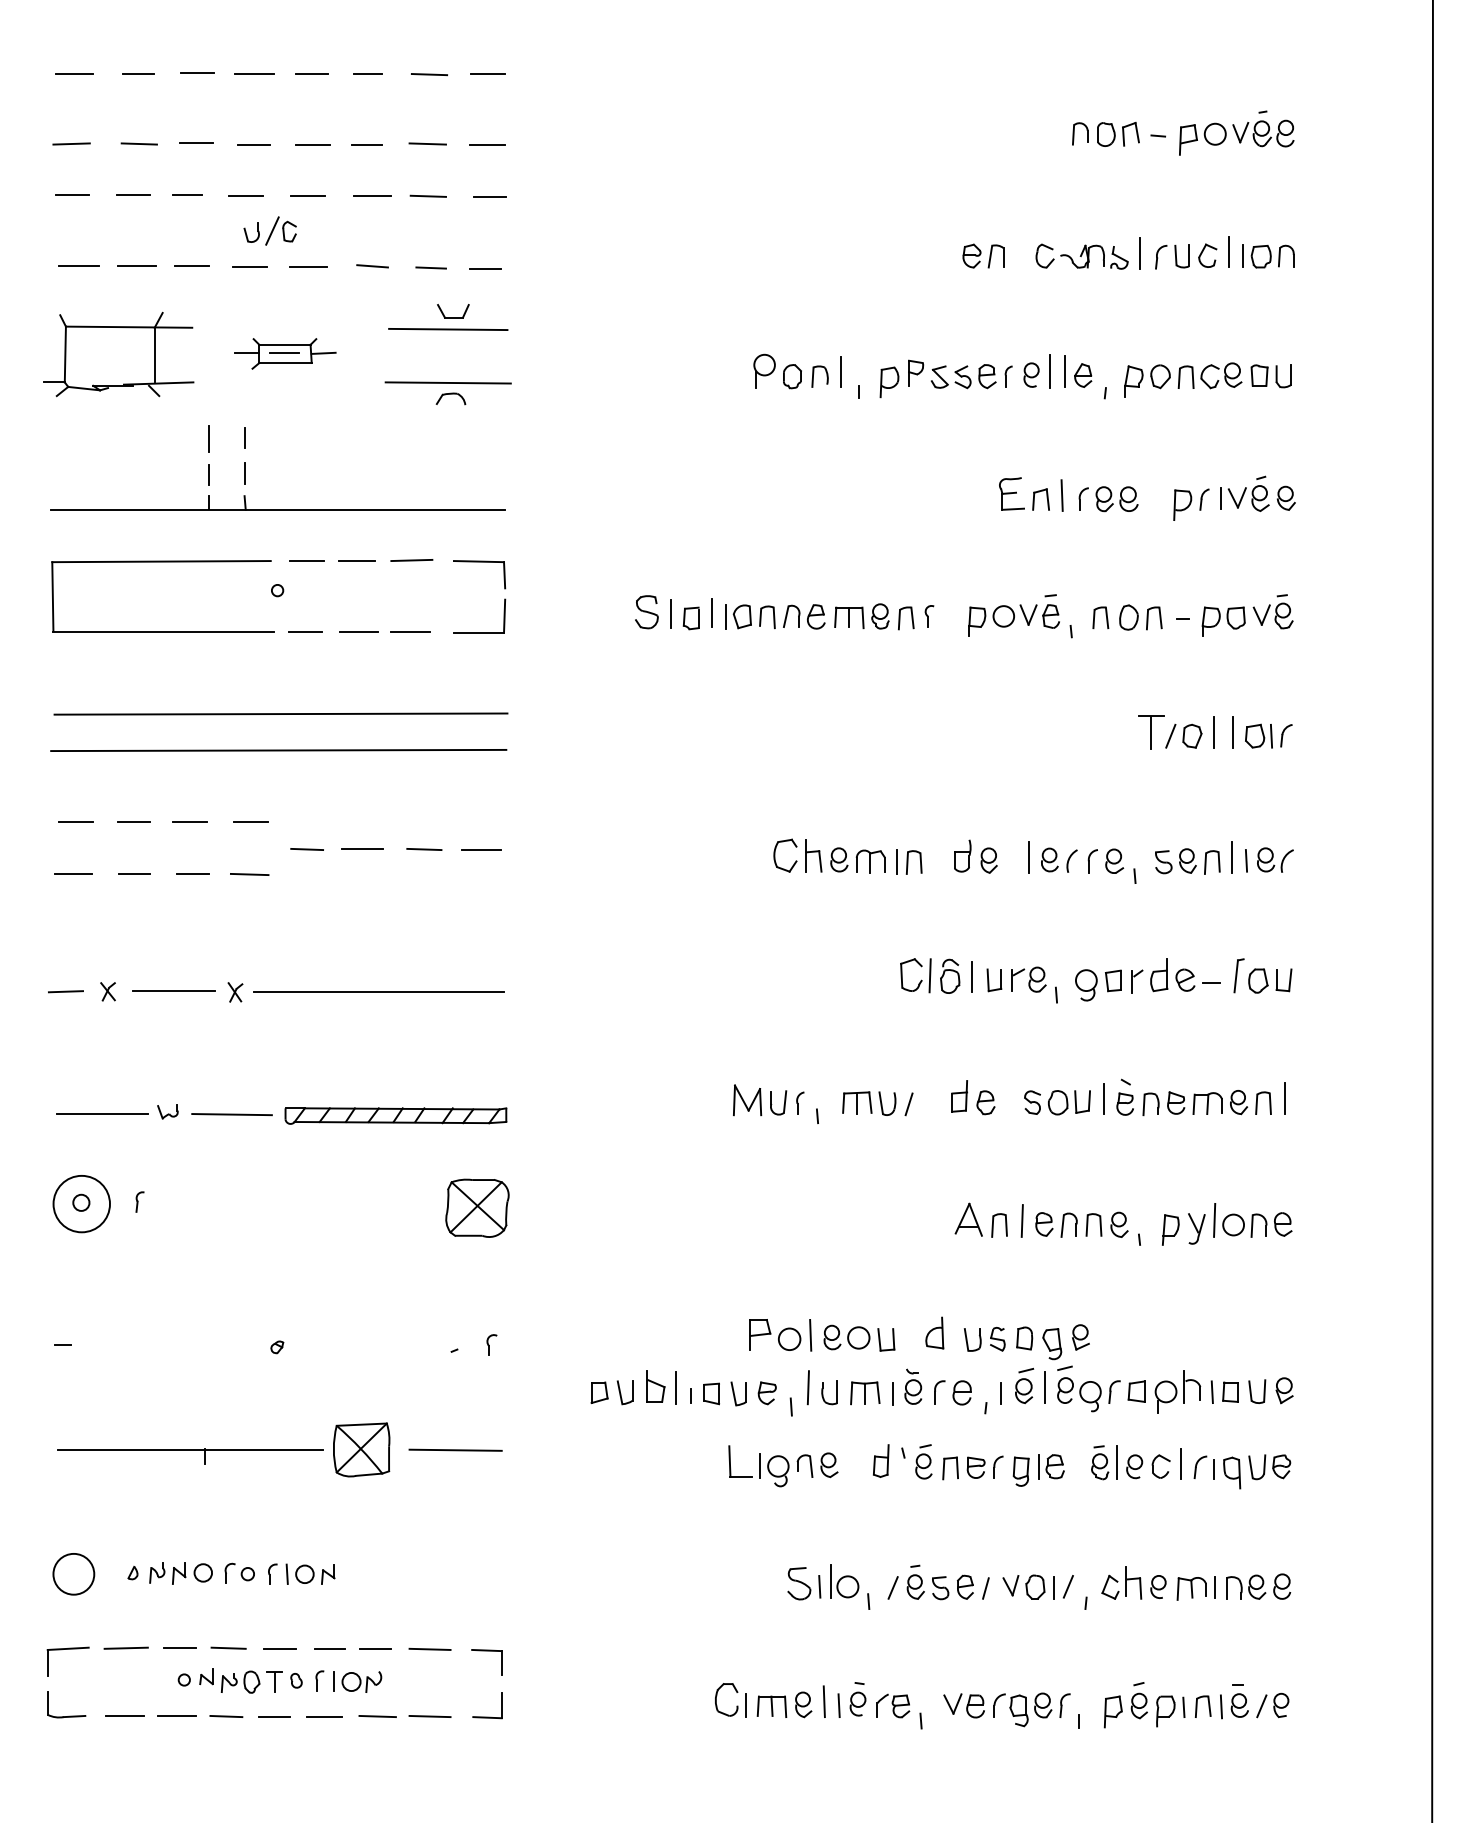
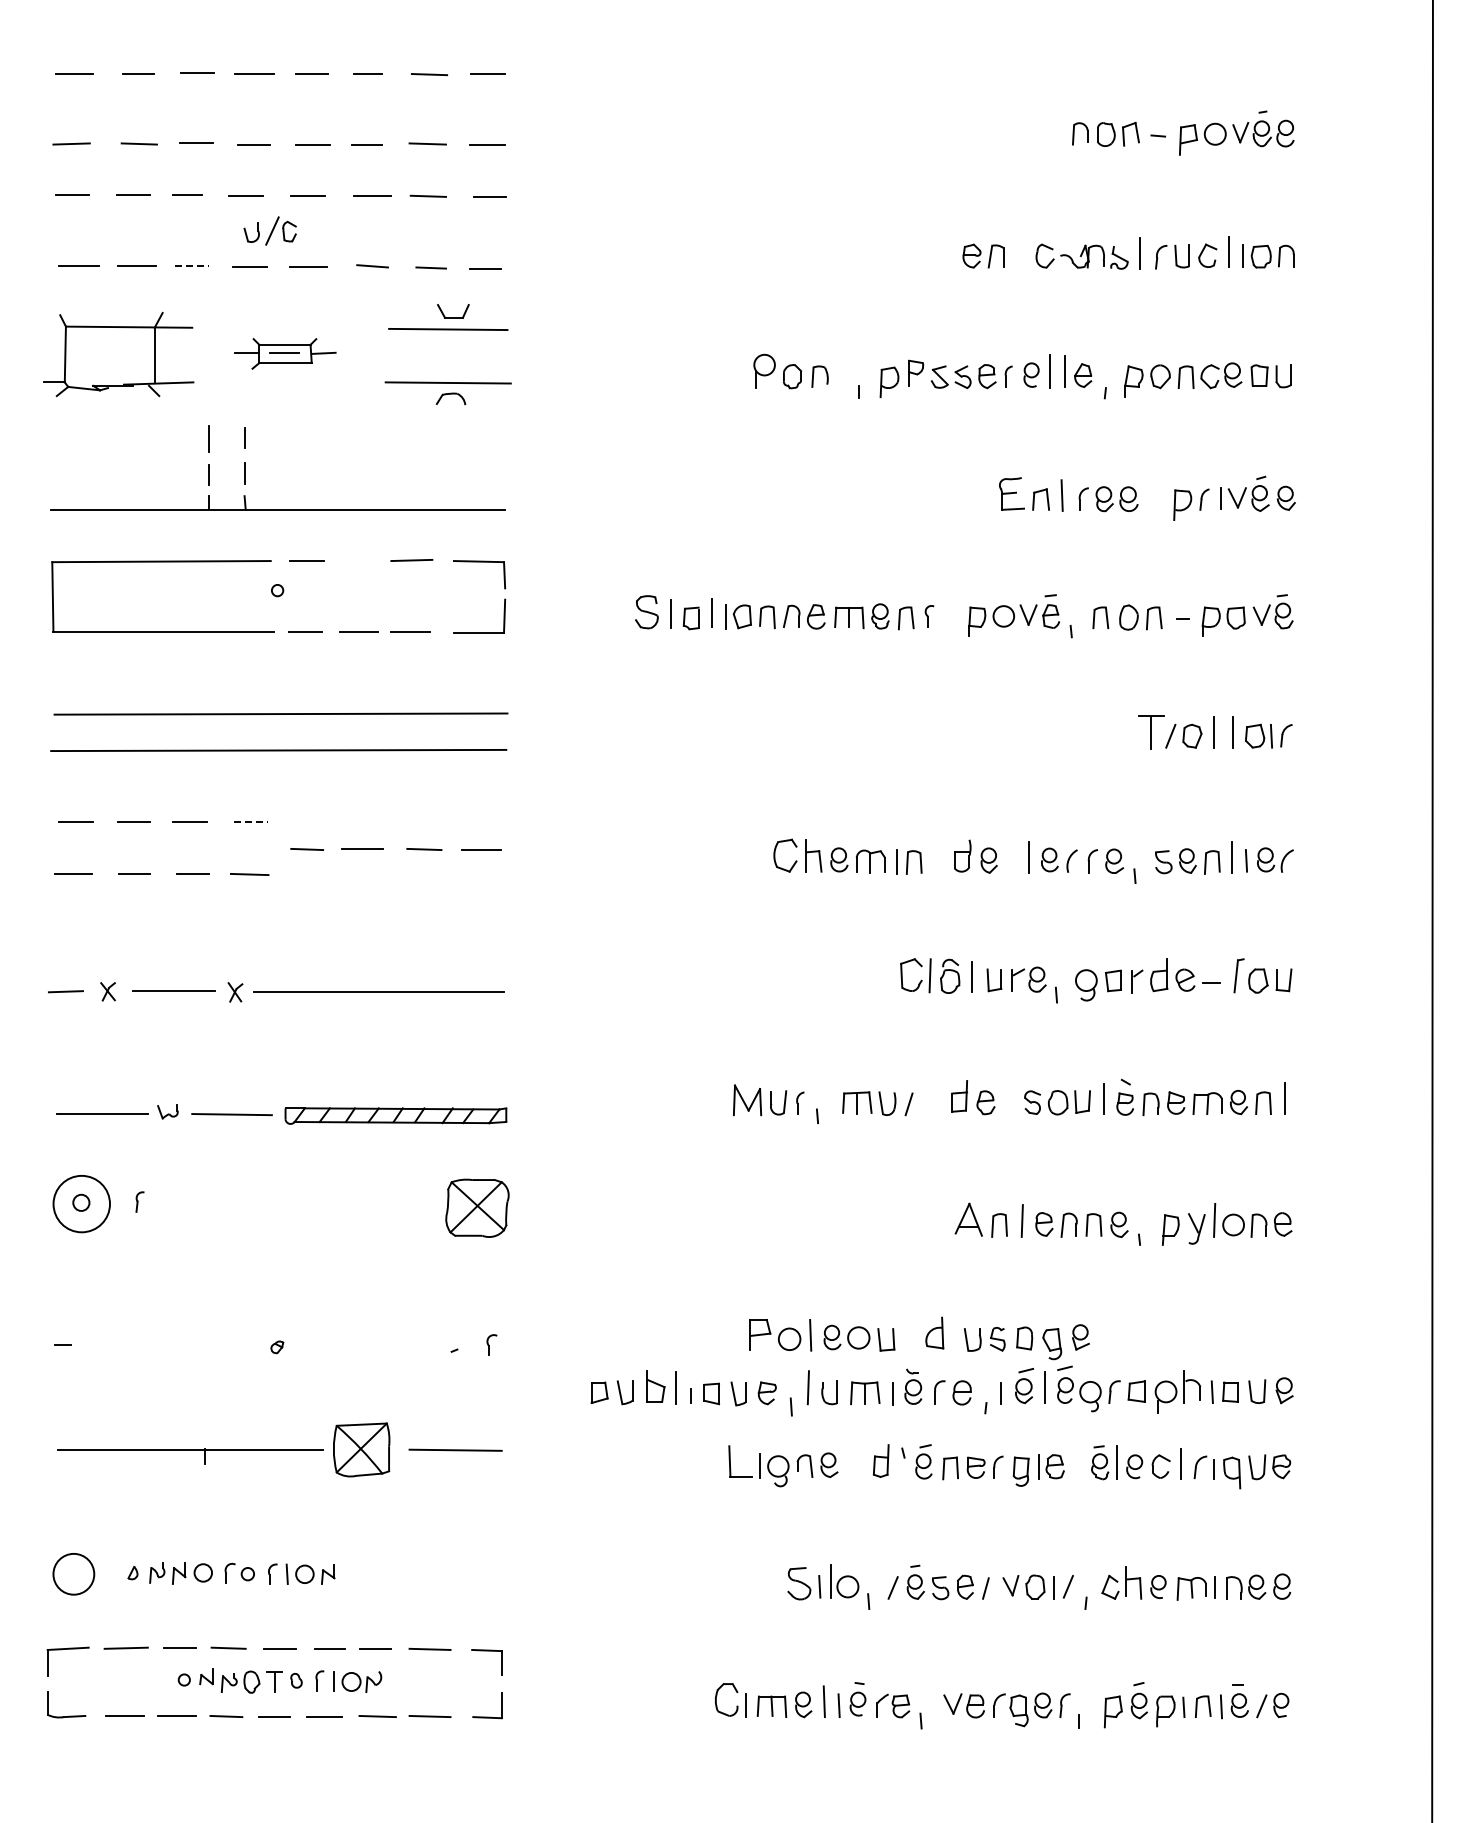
line at (192, 266): solid -> dashed
line at (840, 371): present -> none
line at (357, 561): present -> none
line at (251, 821): solid -> dashed
